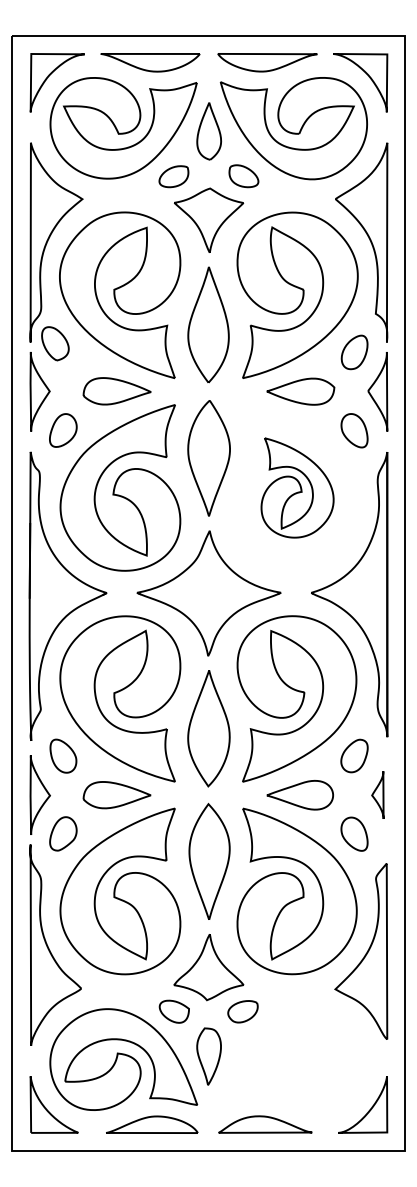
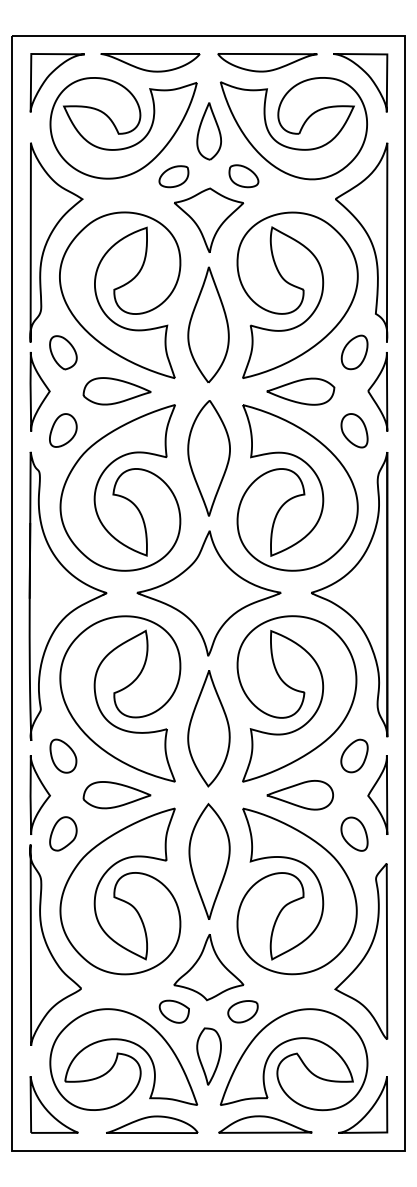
part at (55, 343) position: (55, 343) -> (63, 352)
part at (297, 487) size: 75x102 px -> 123x168 px
part at (377, 794) size: 14x48 px -> 22x80 px
part at (293, 1059): none -> present
